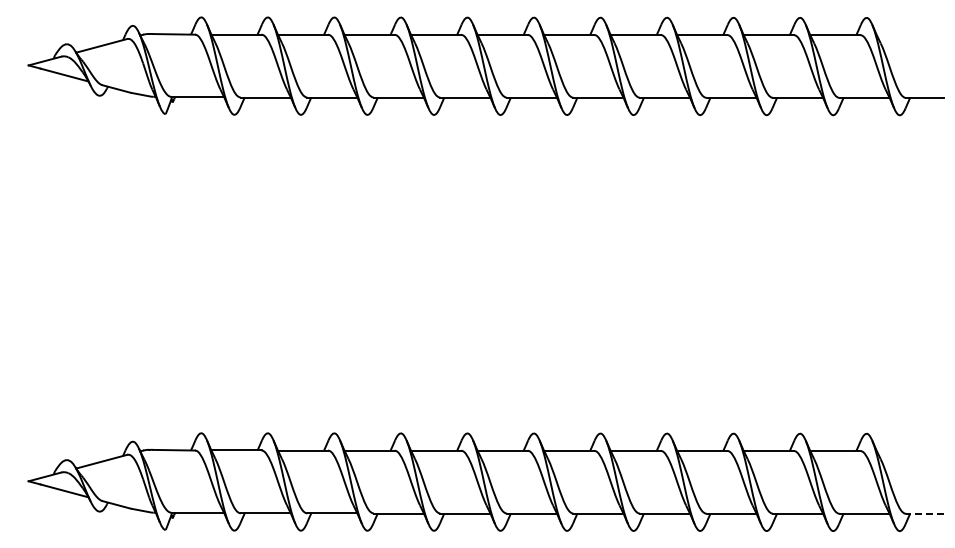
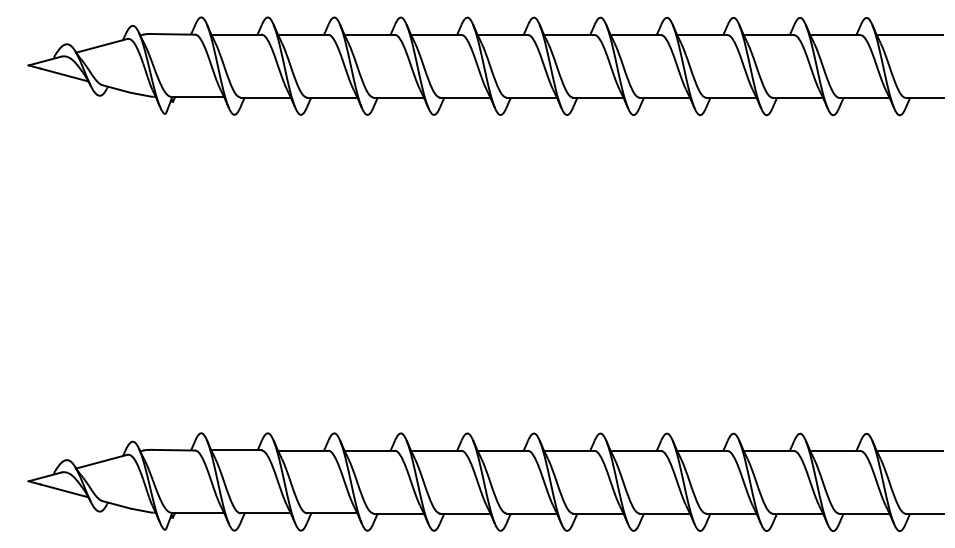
line at (909, 35): none -> present
line at (909, 450): none -> present
line at (924, 513): dashed -> solid
